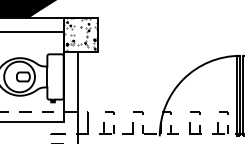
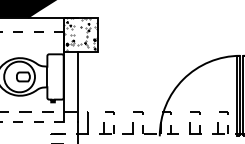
line at (31, 31): solid -> dashed
line at (31, 122): solid -> dashed
